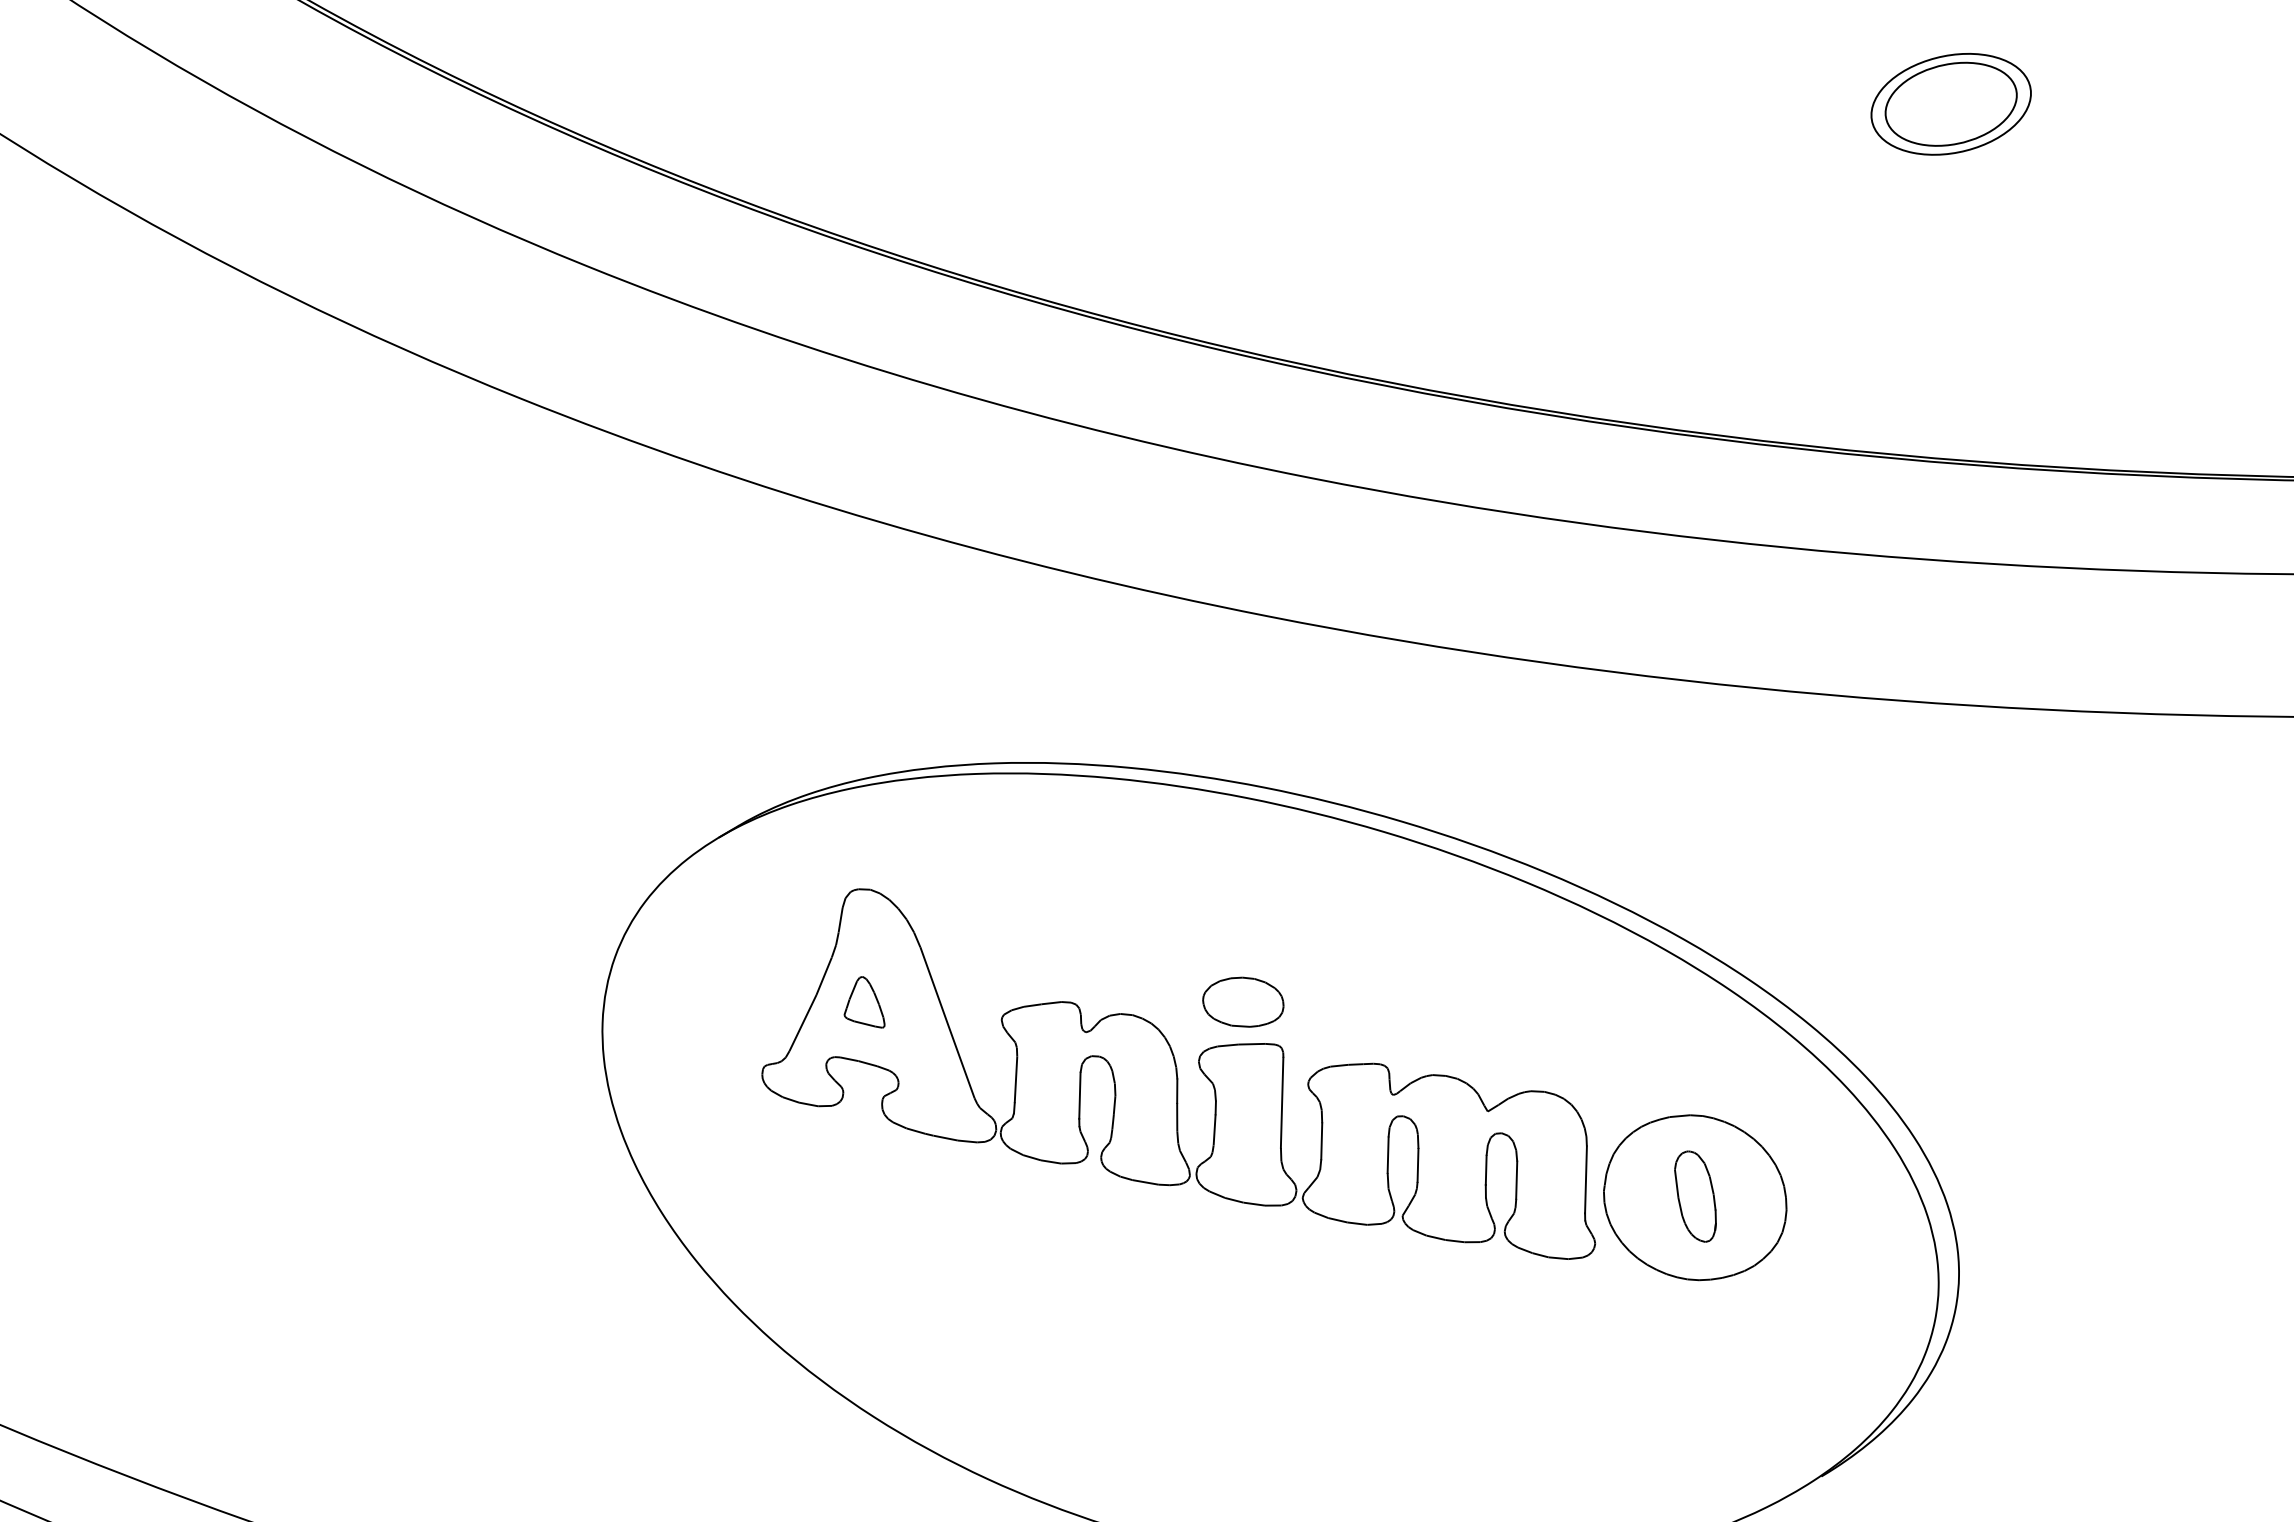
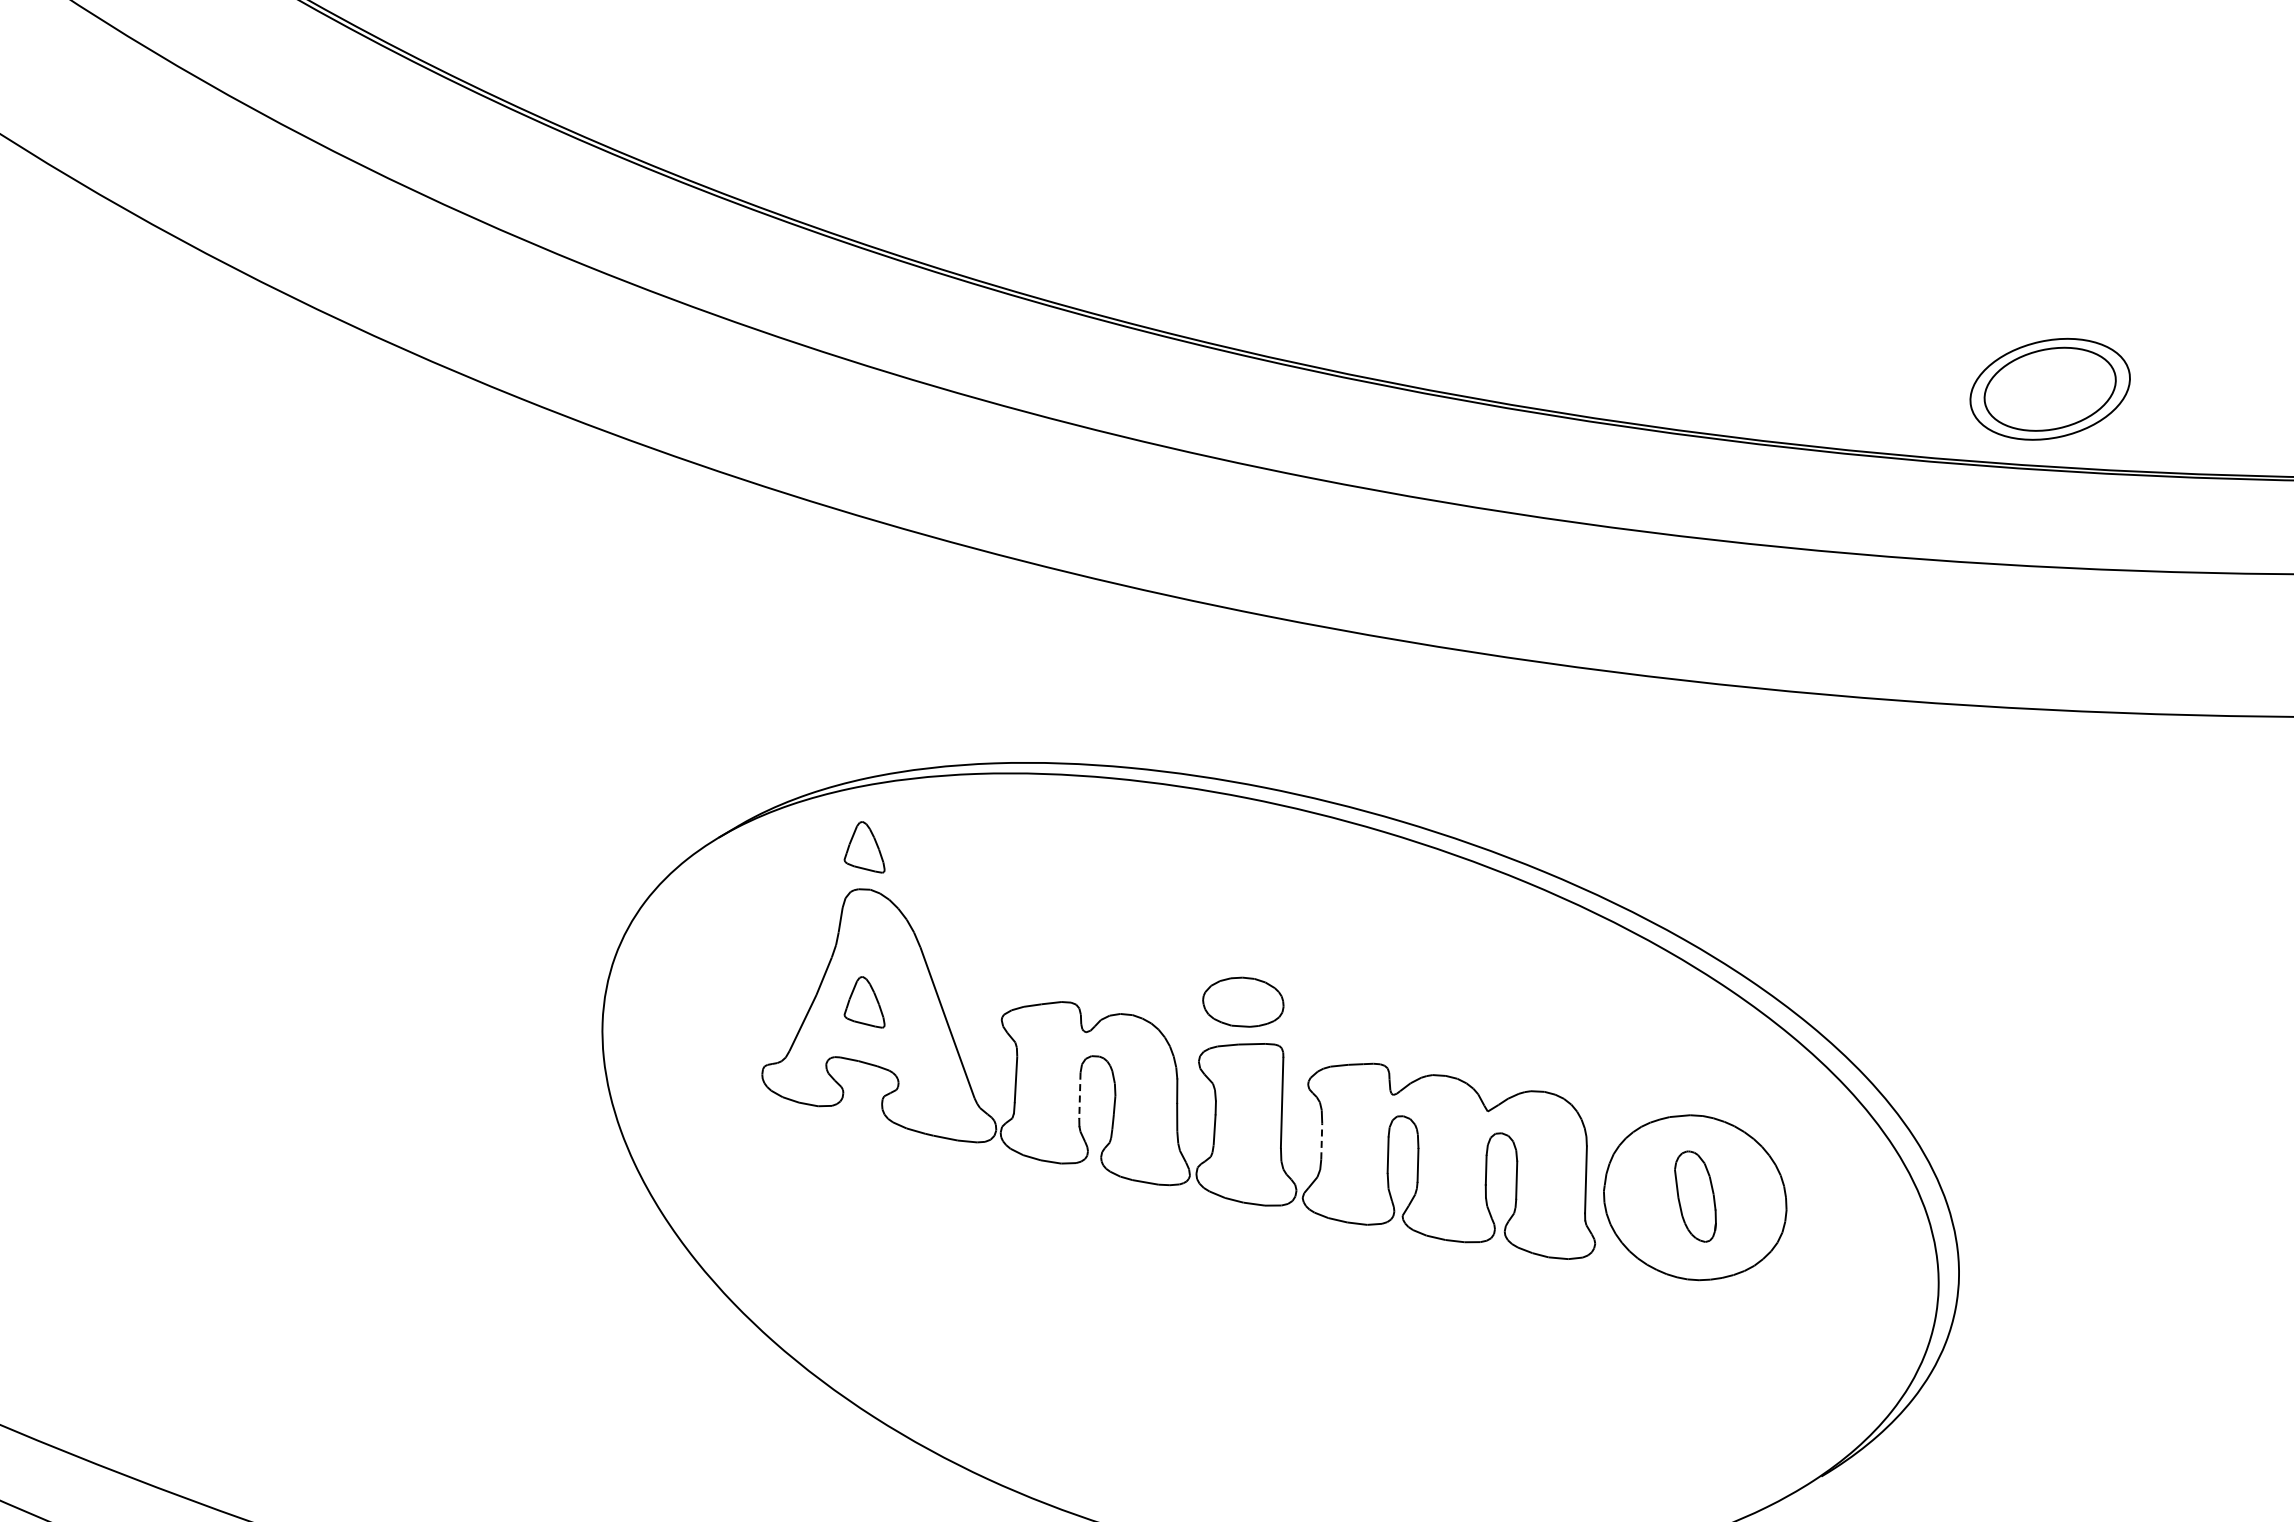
part at (1950, 104) position: (1950, 104) -> (2049, 389)
part at (864, 847): none -> present
line at (1079, 1096): solid -> dashed
line at (1321, 1140): solid -> dashed
